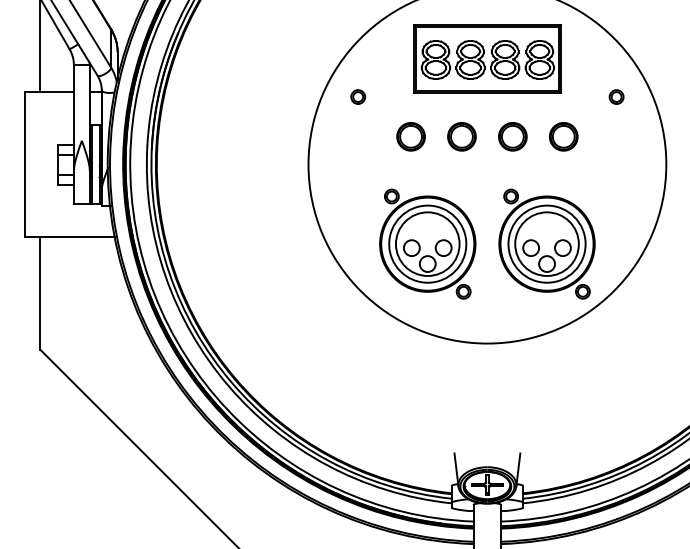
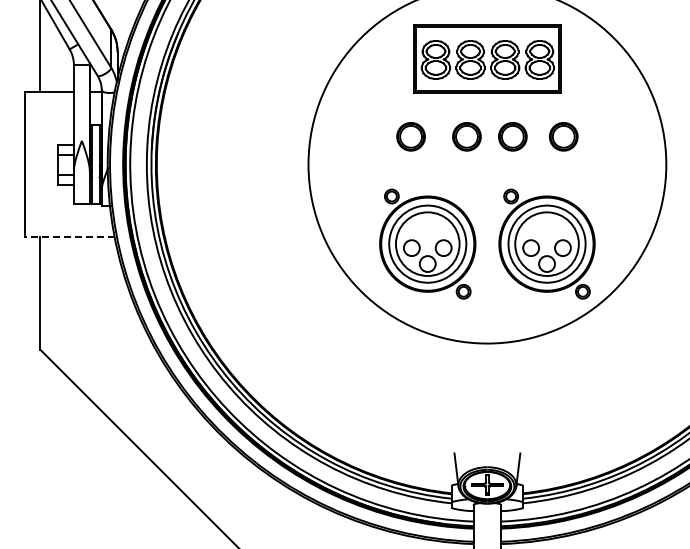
part at (357, 96): present -> none
part at (616, 96): present -> none
part at (461, 136) position: (461, 136) -> (466, 136)
line at (70, 237): solid -> dashed
